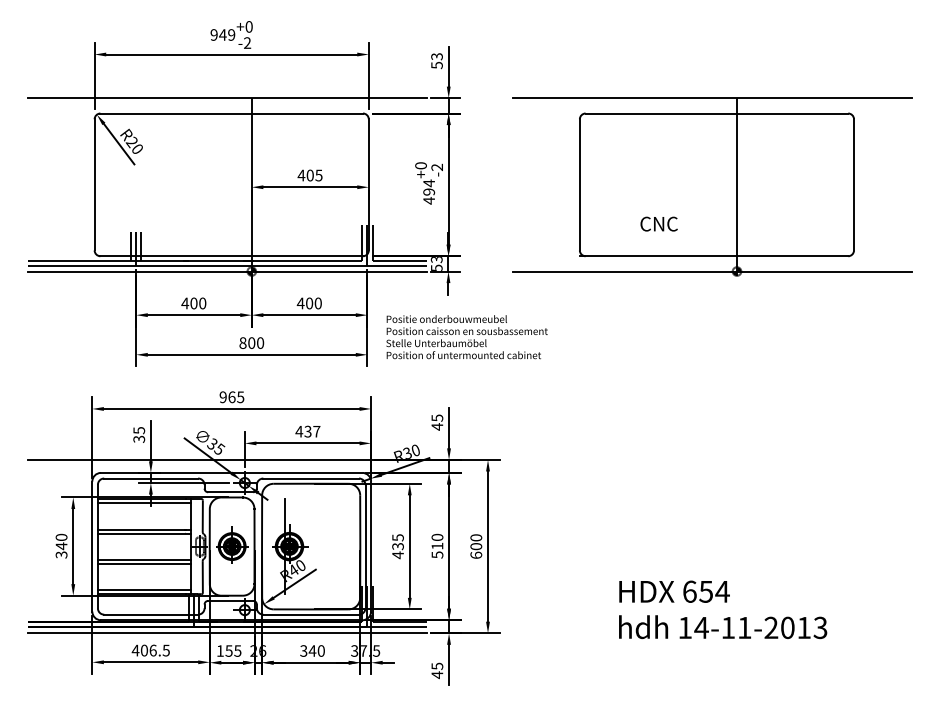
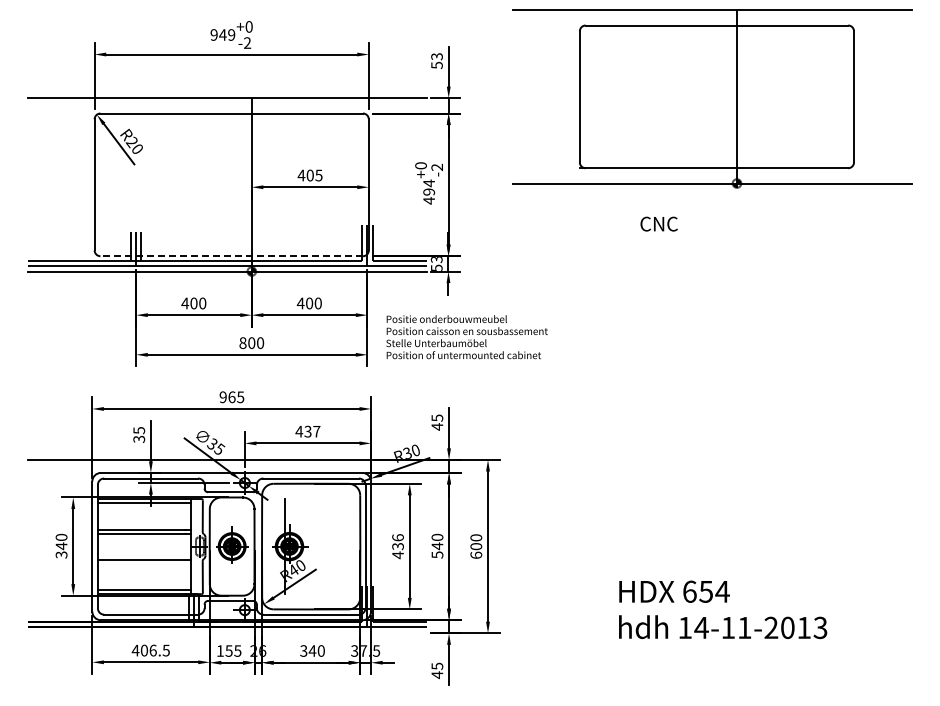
part at (712, 186) position: (712, 186) -> (712, 98)
line at (231, 256): solid -> dashed
text at (397, 537): 435 -> 436
text at (437, 546): 510 -> 540
line at (143, 563): present -> none
line at (227, 633): present -> none
